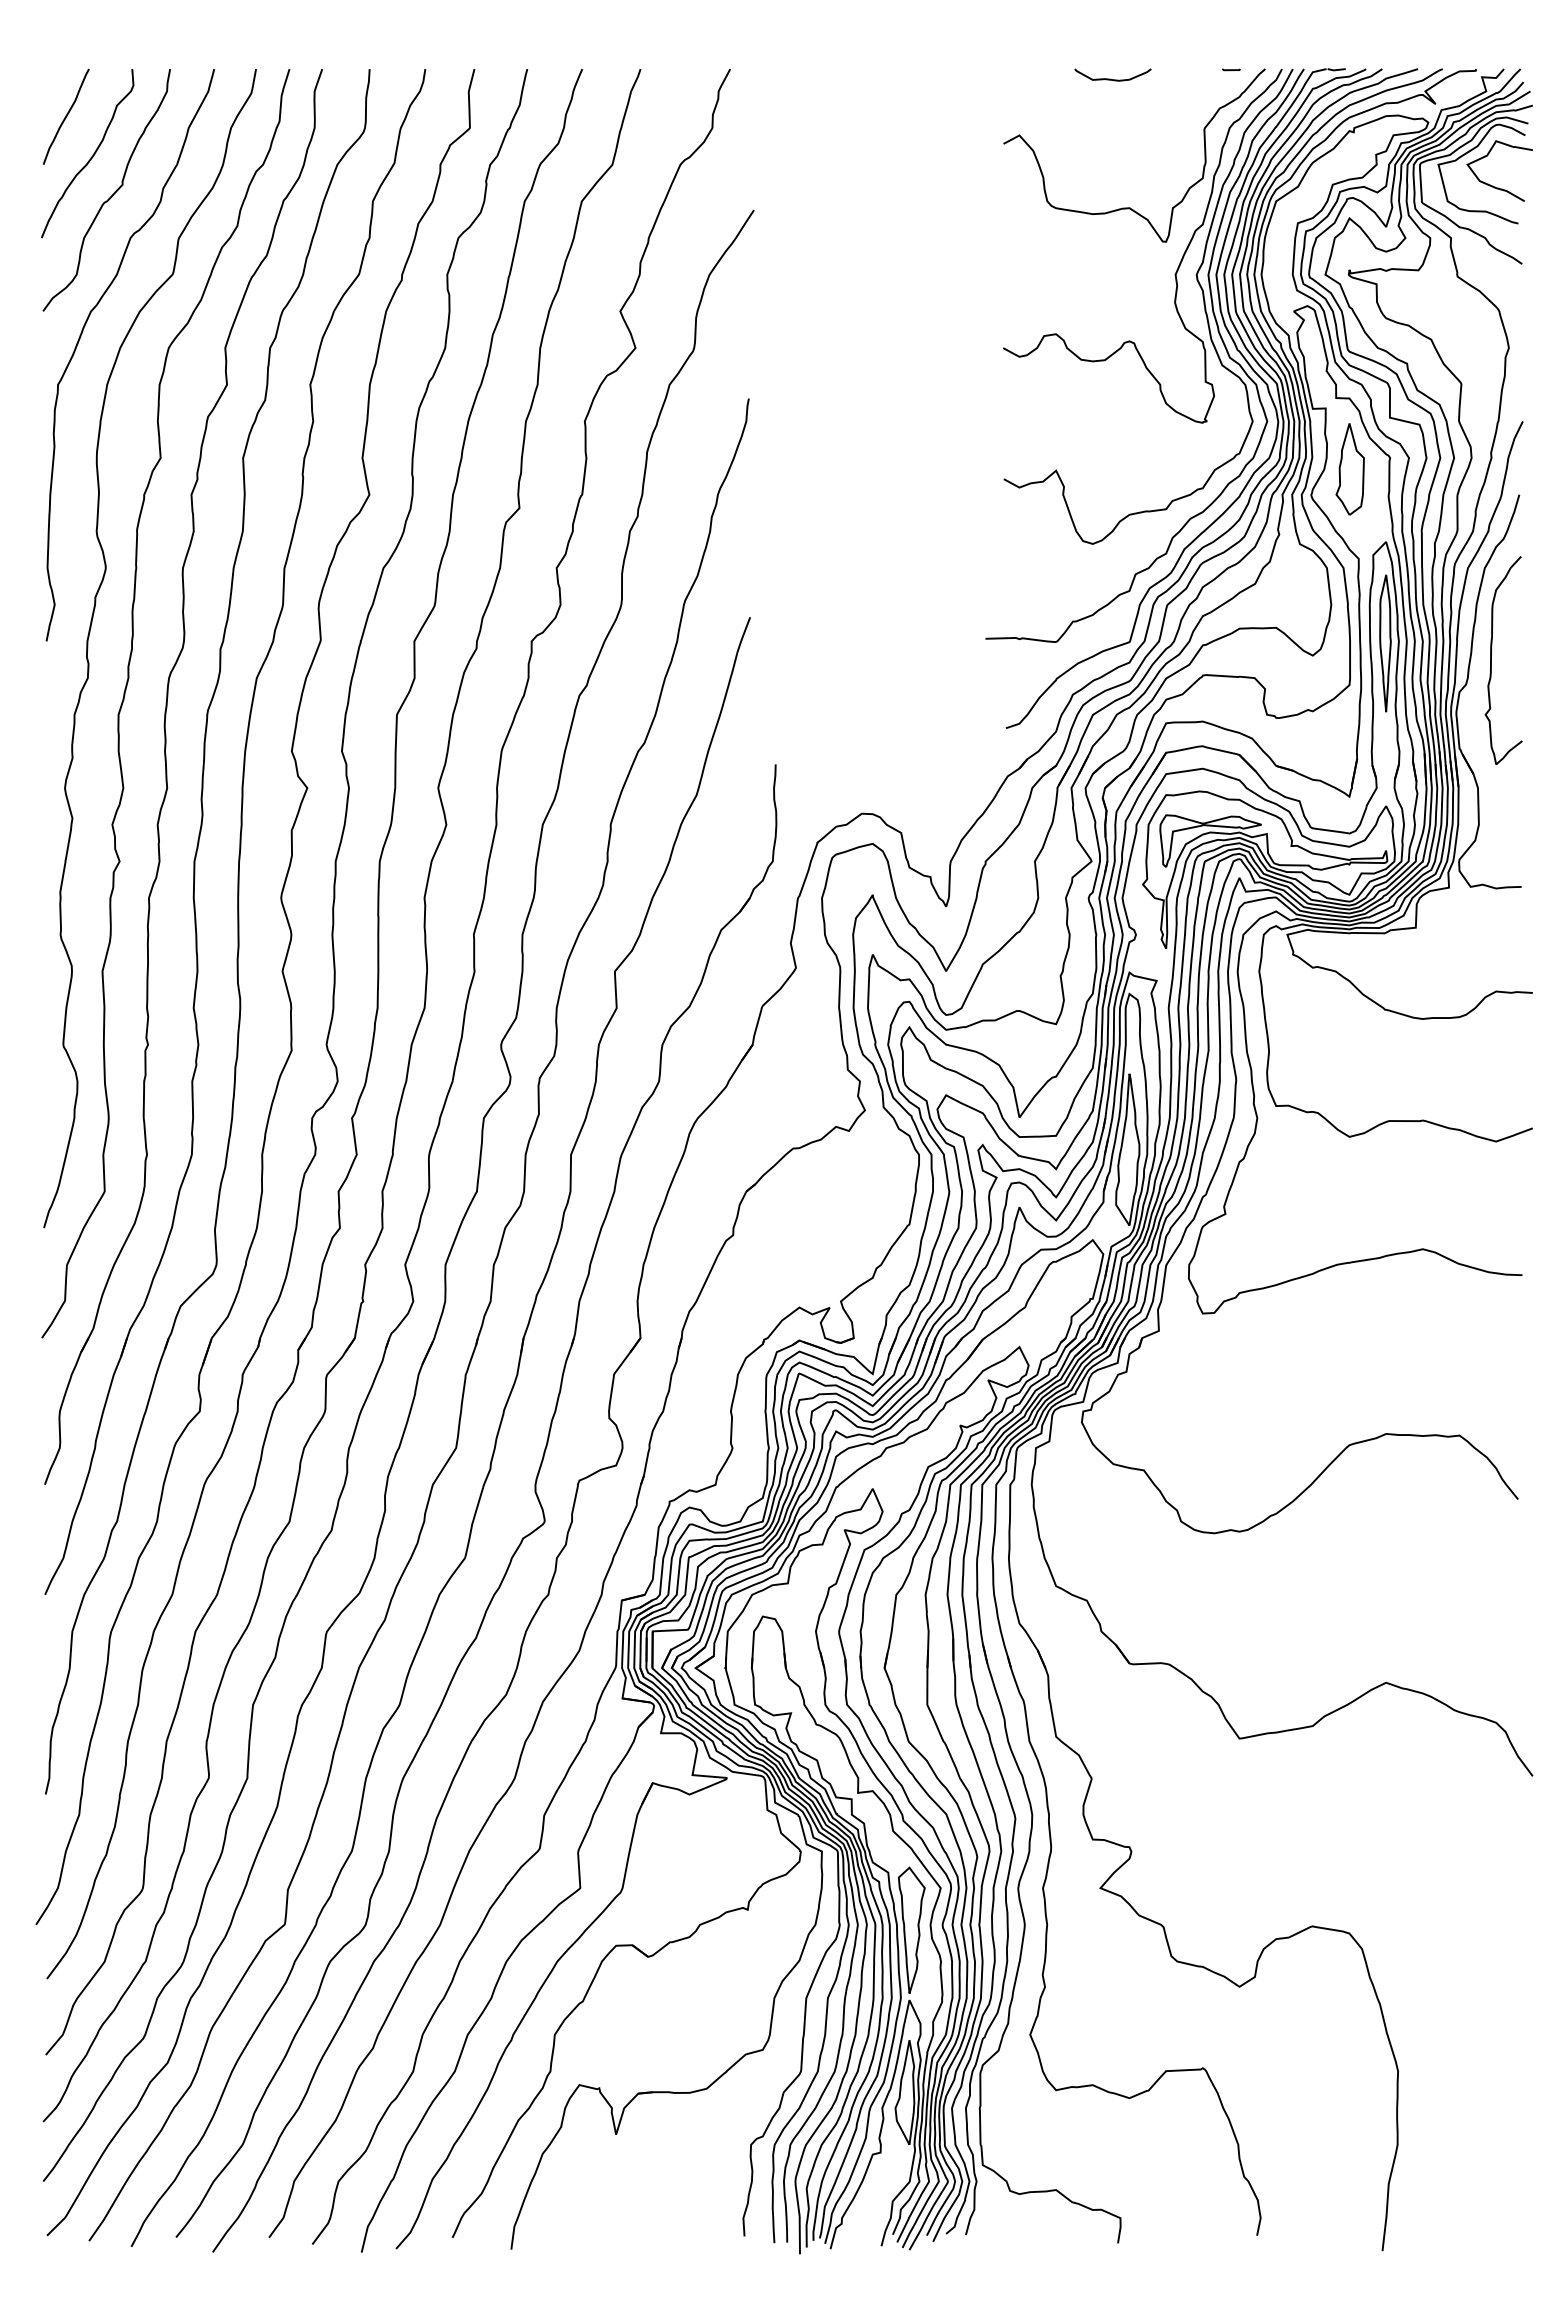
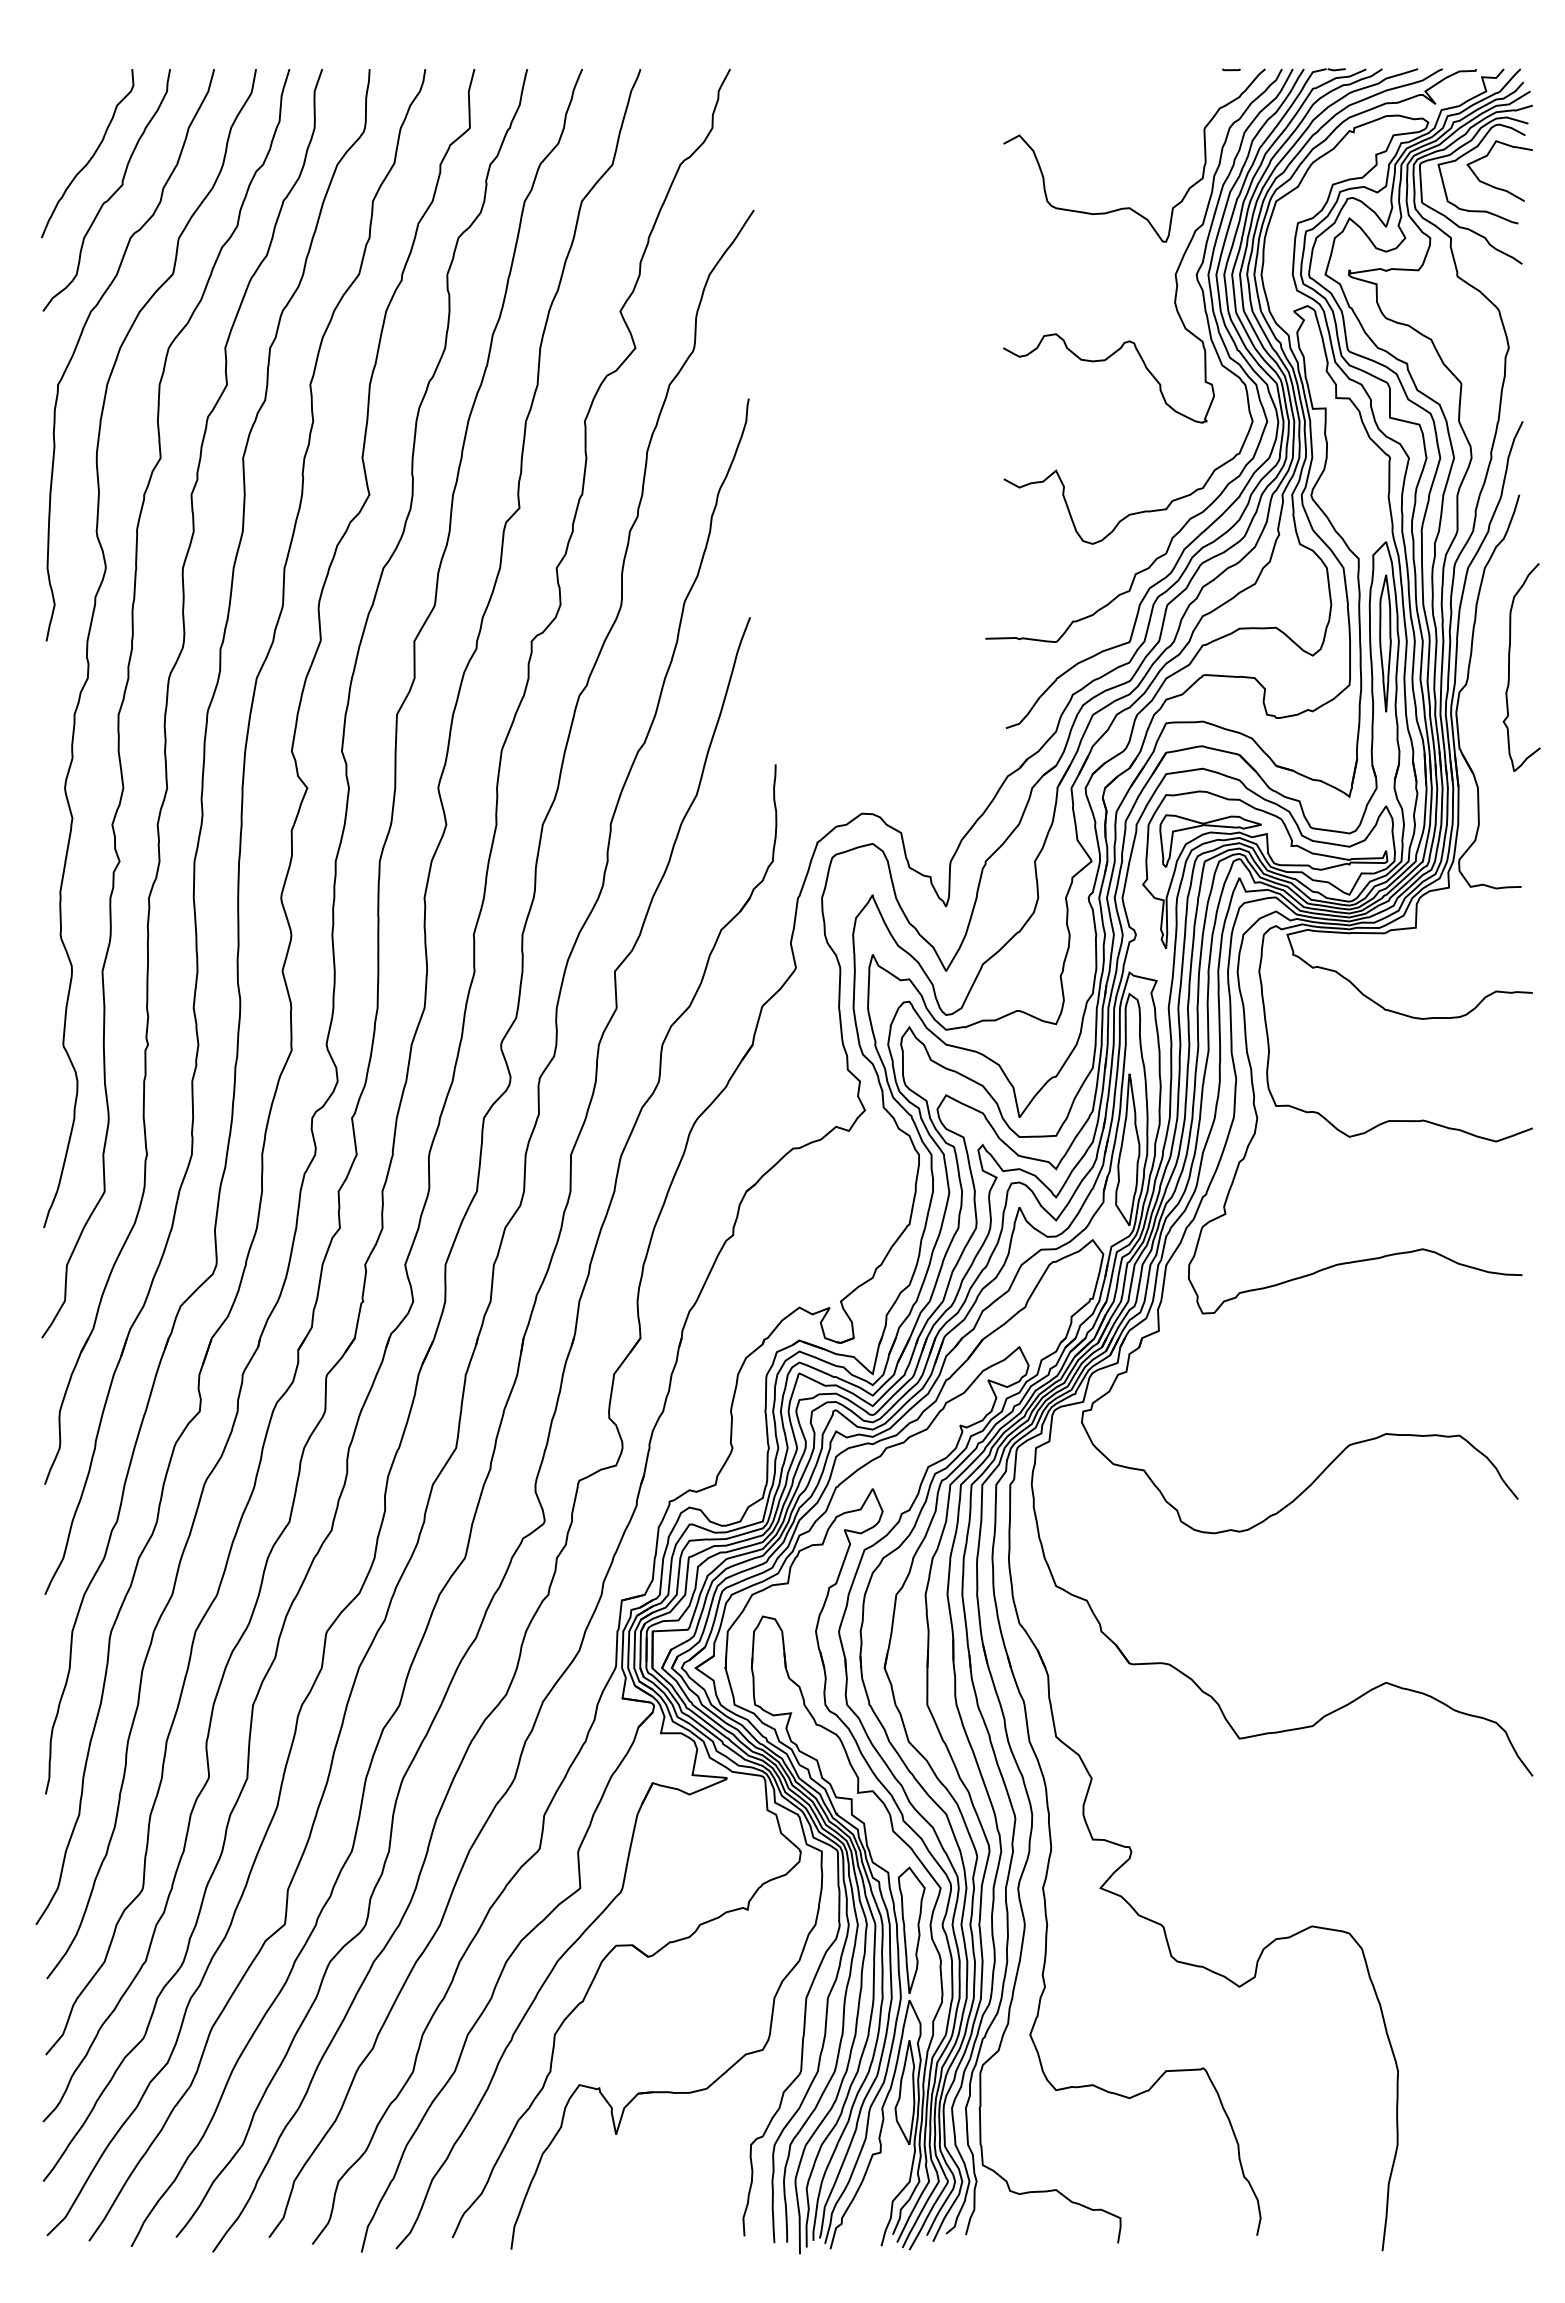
curve at (1110, 78): present -> none
curve at (65, 116): present -> none
part at (1349, 469): present -> none
curve at (1491, 660) position: (1491, 660) -> (1509, 667)
